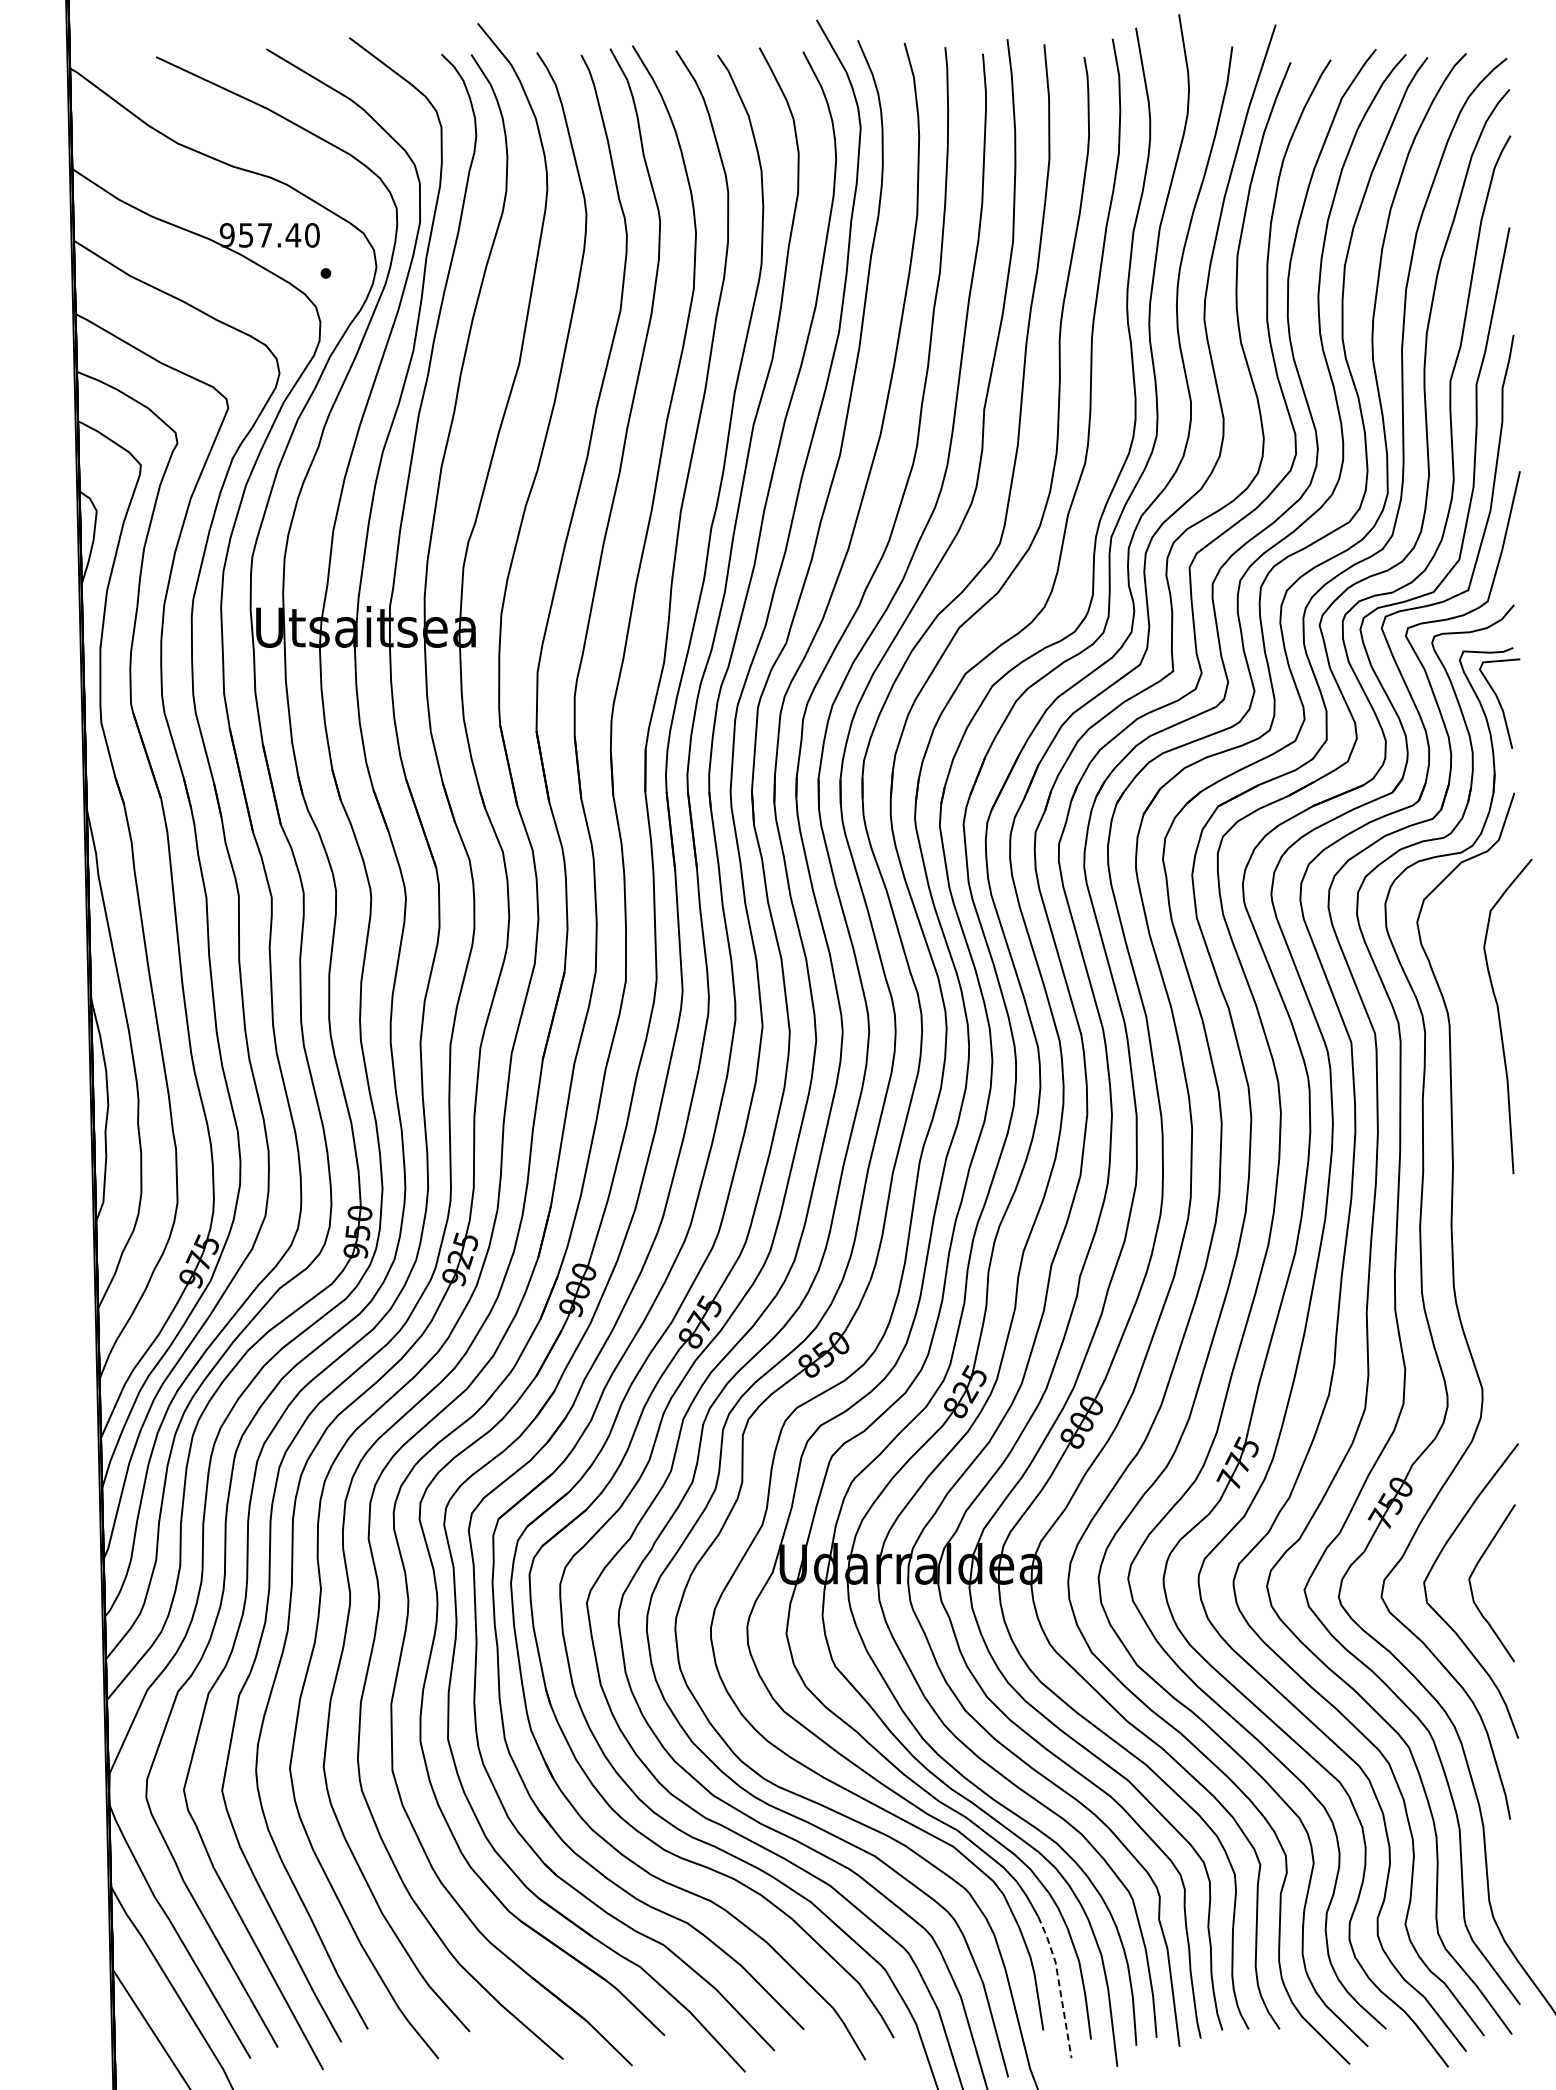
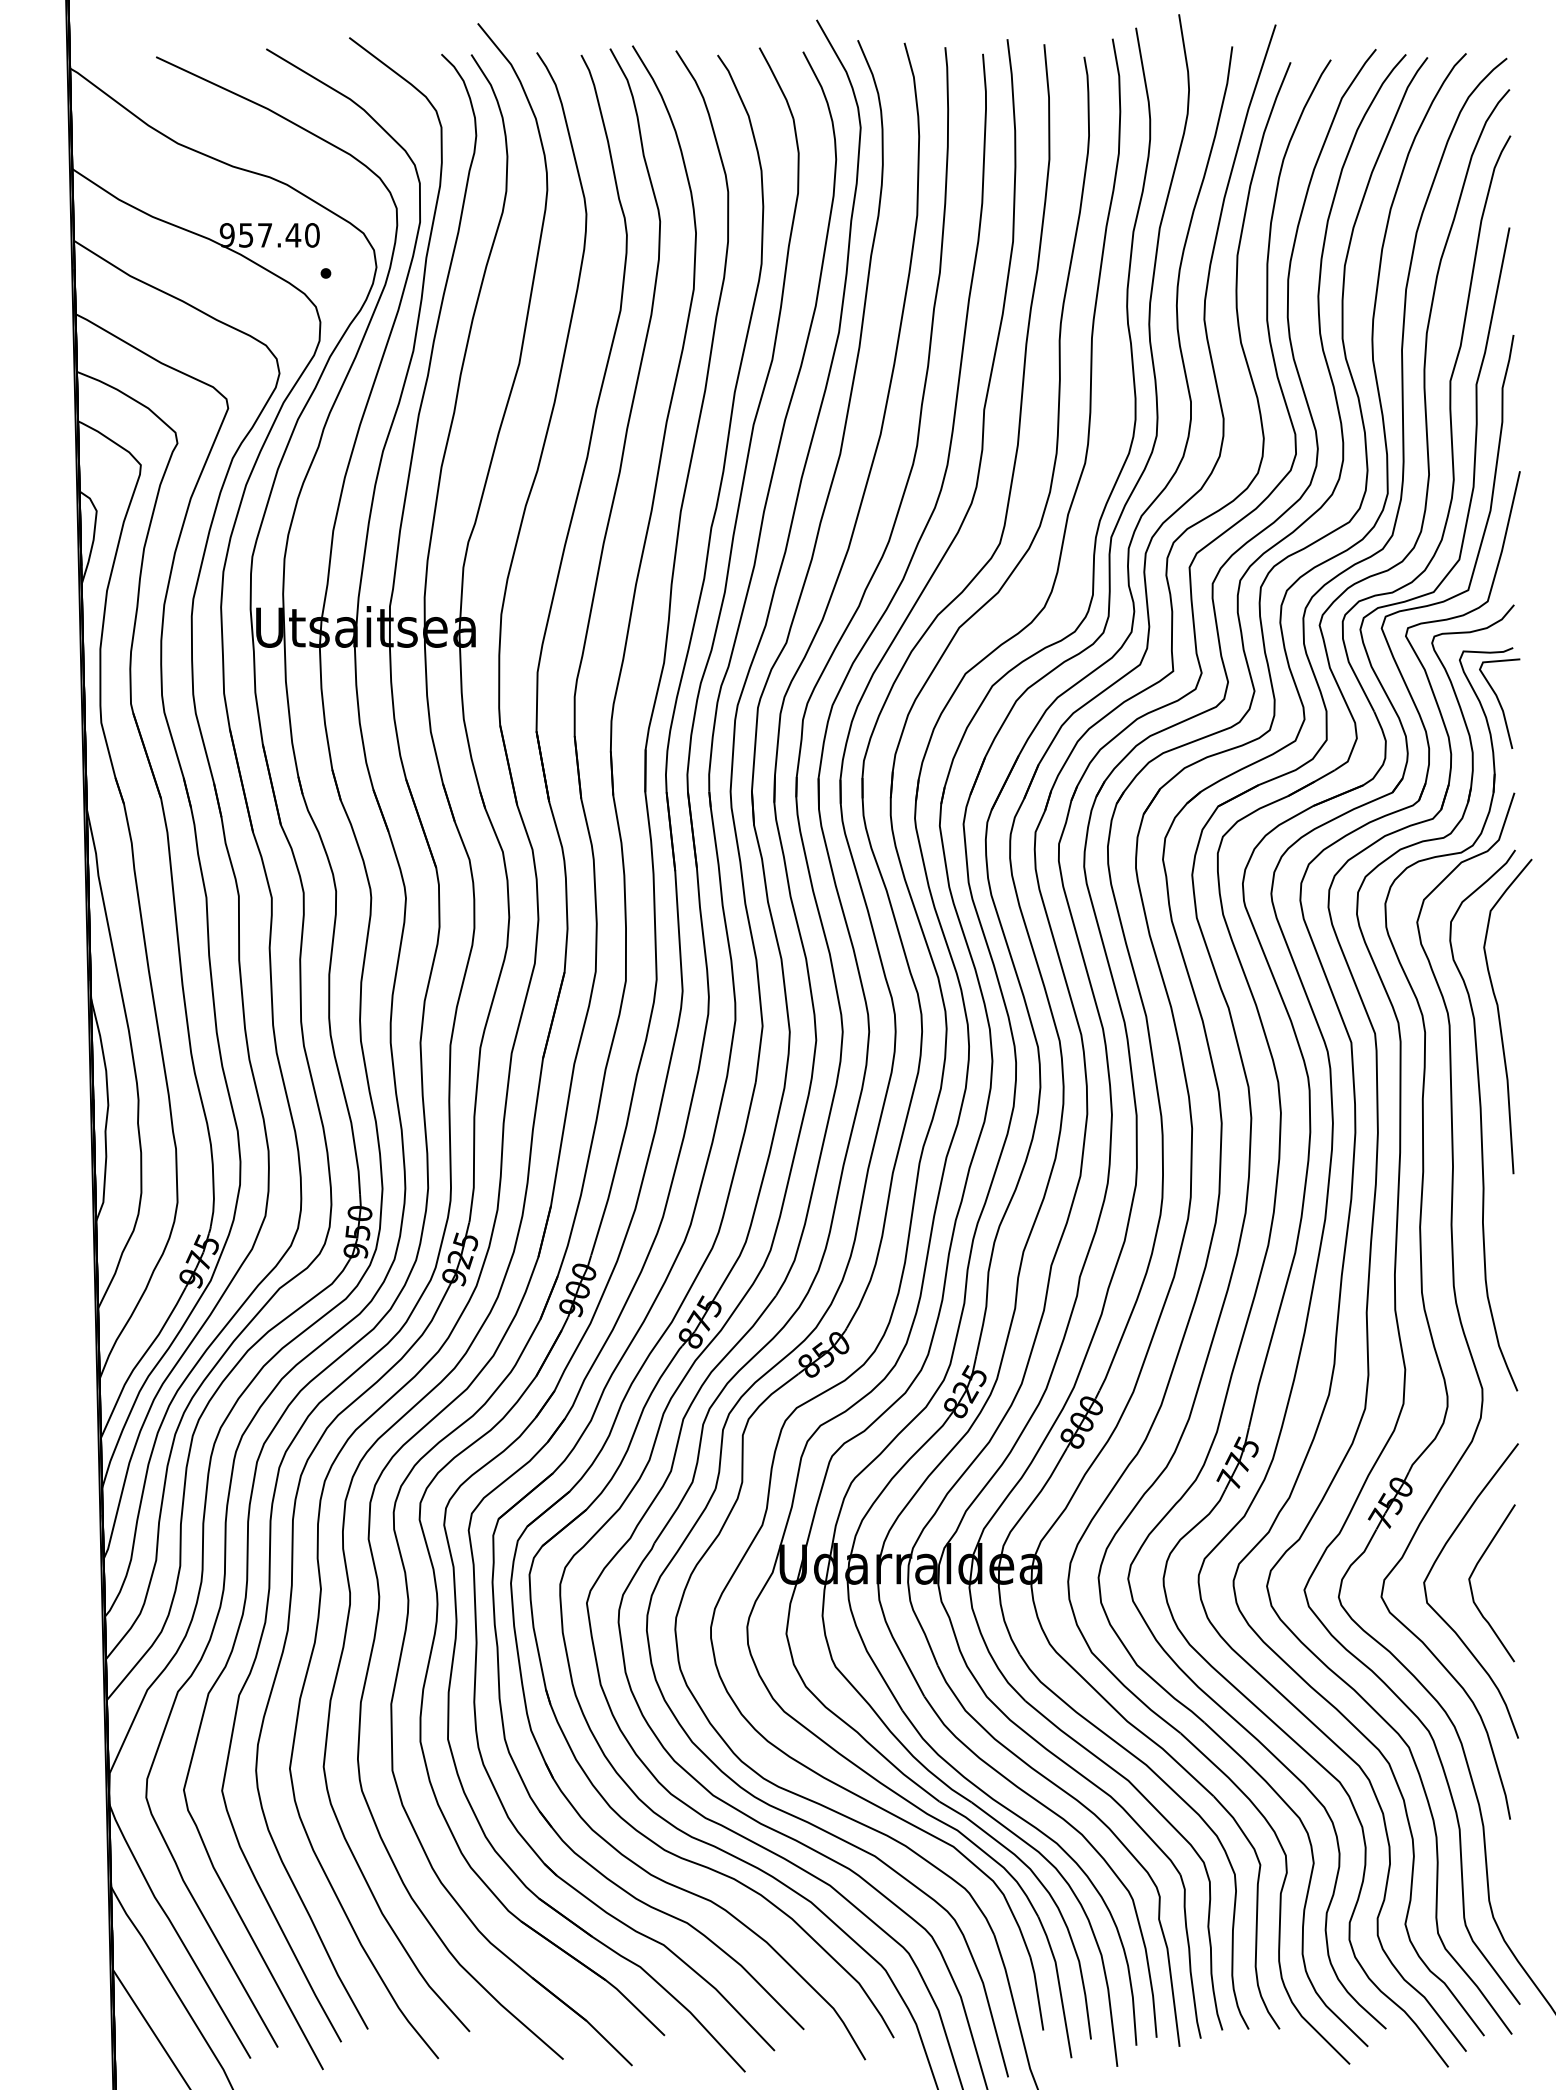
curve at (1481, 1120): none -> present
line at (1059, 1985): dashed -> solid
